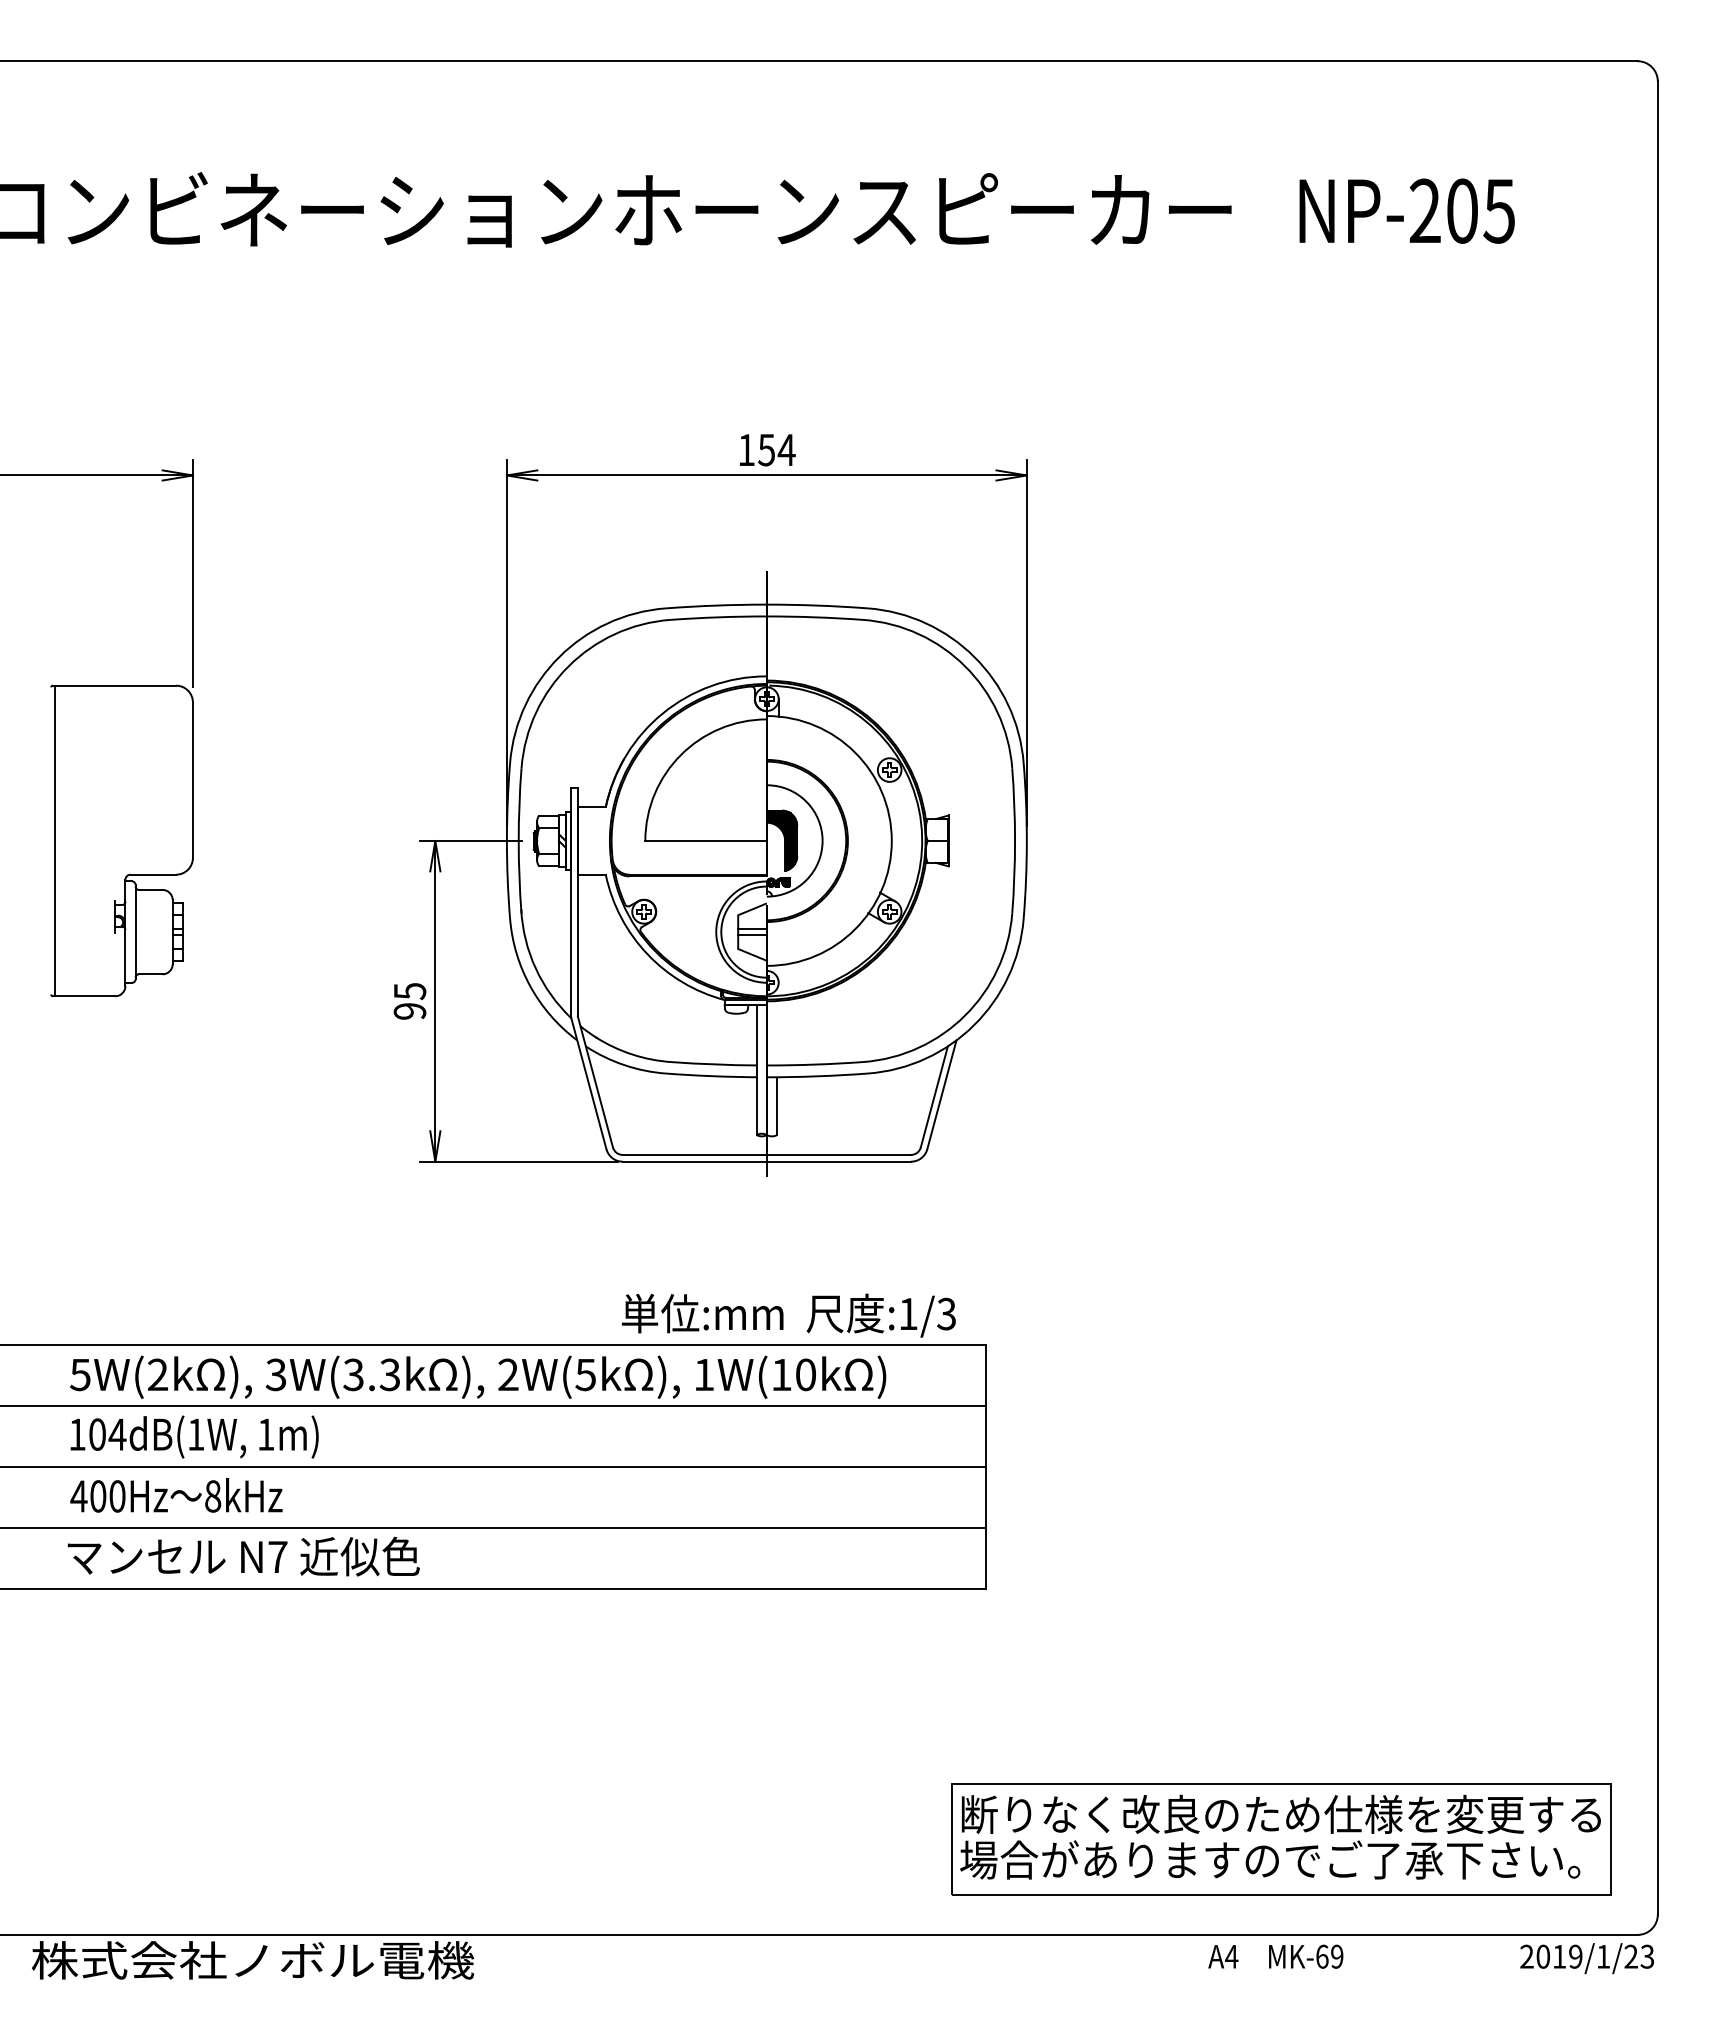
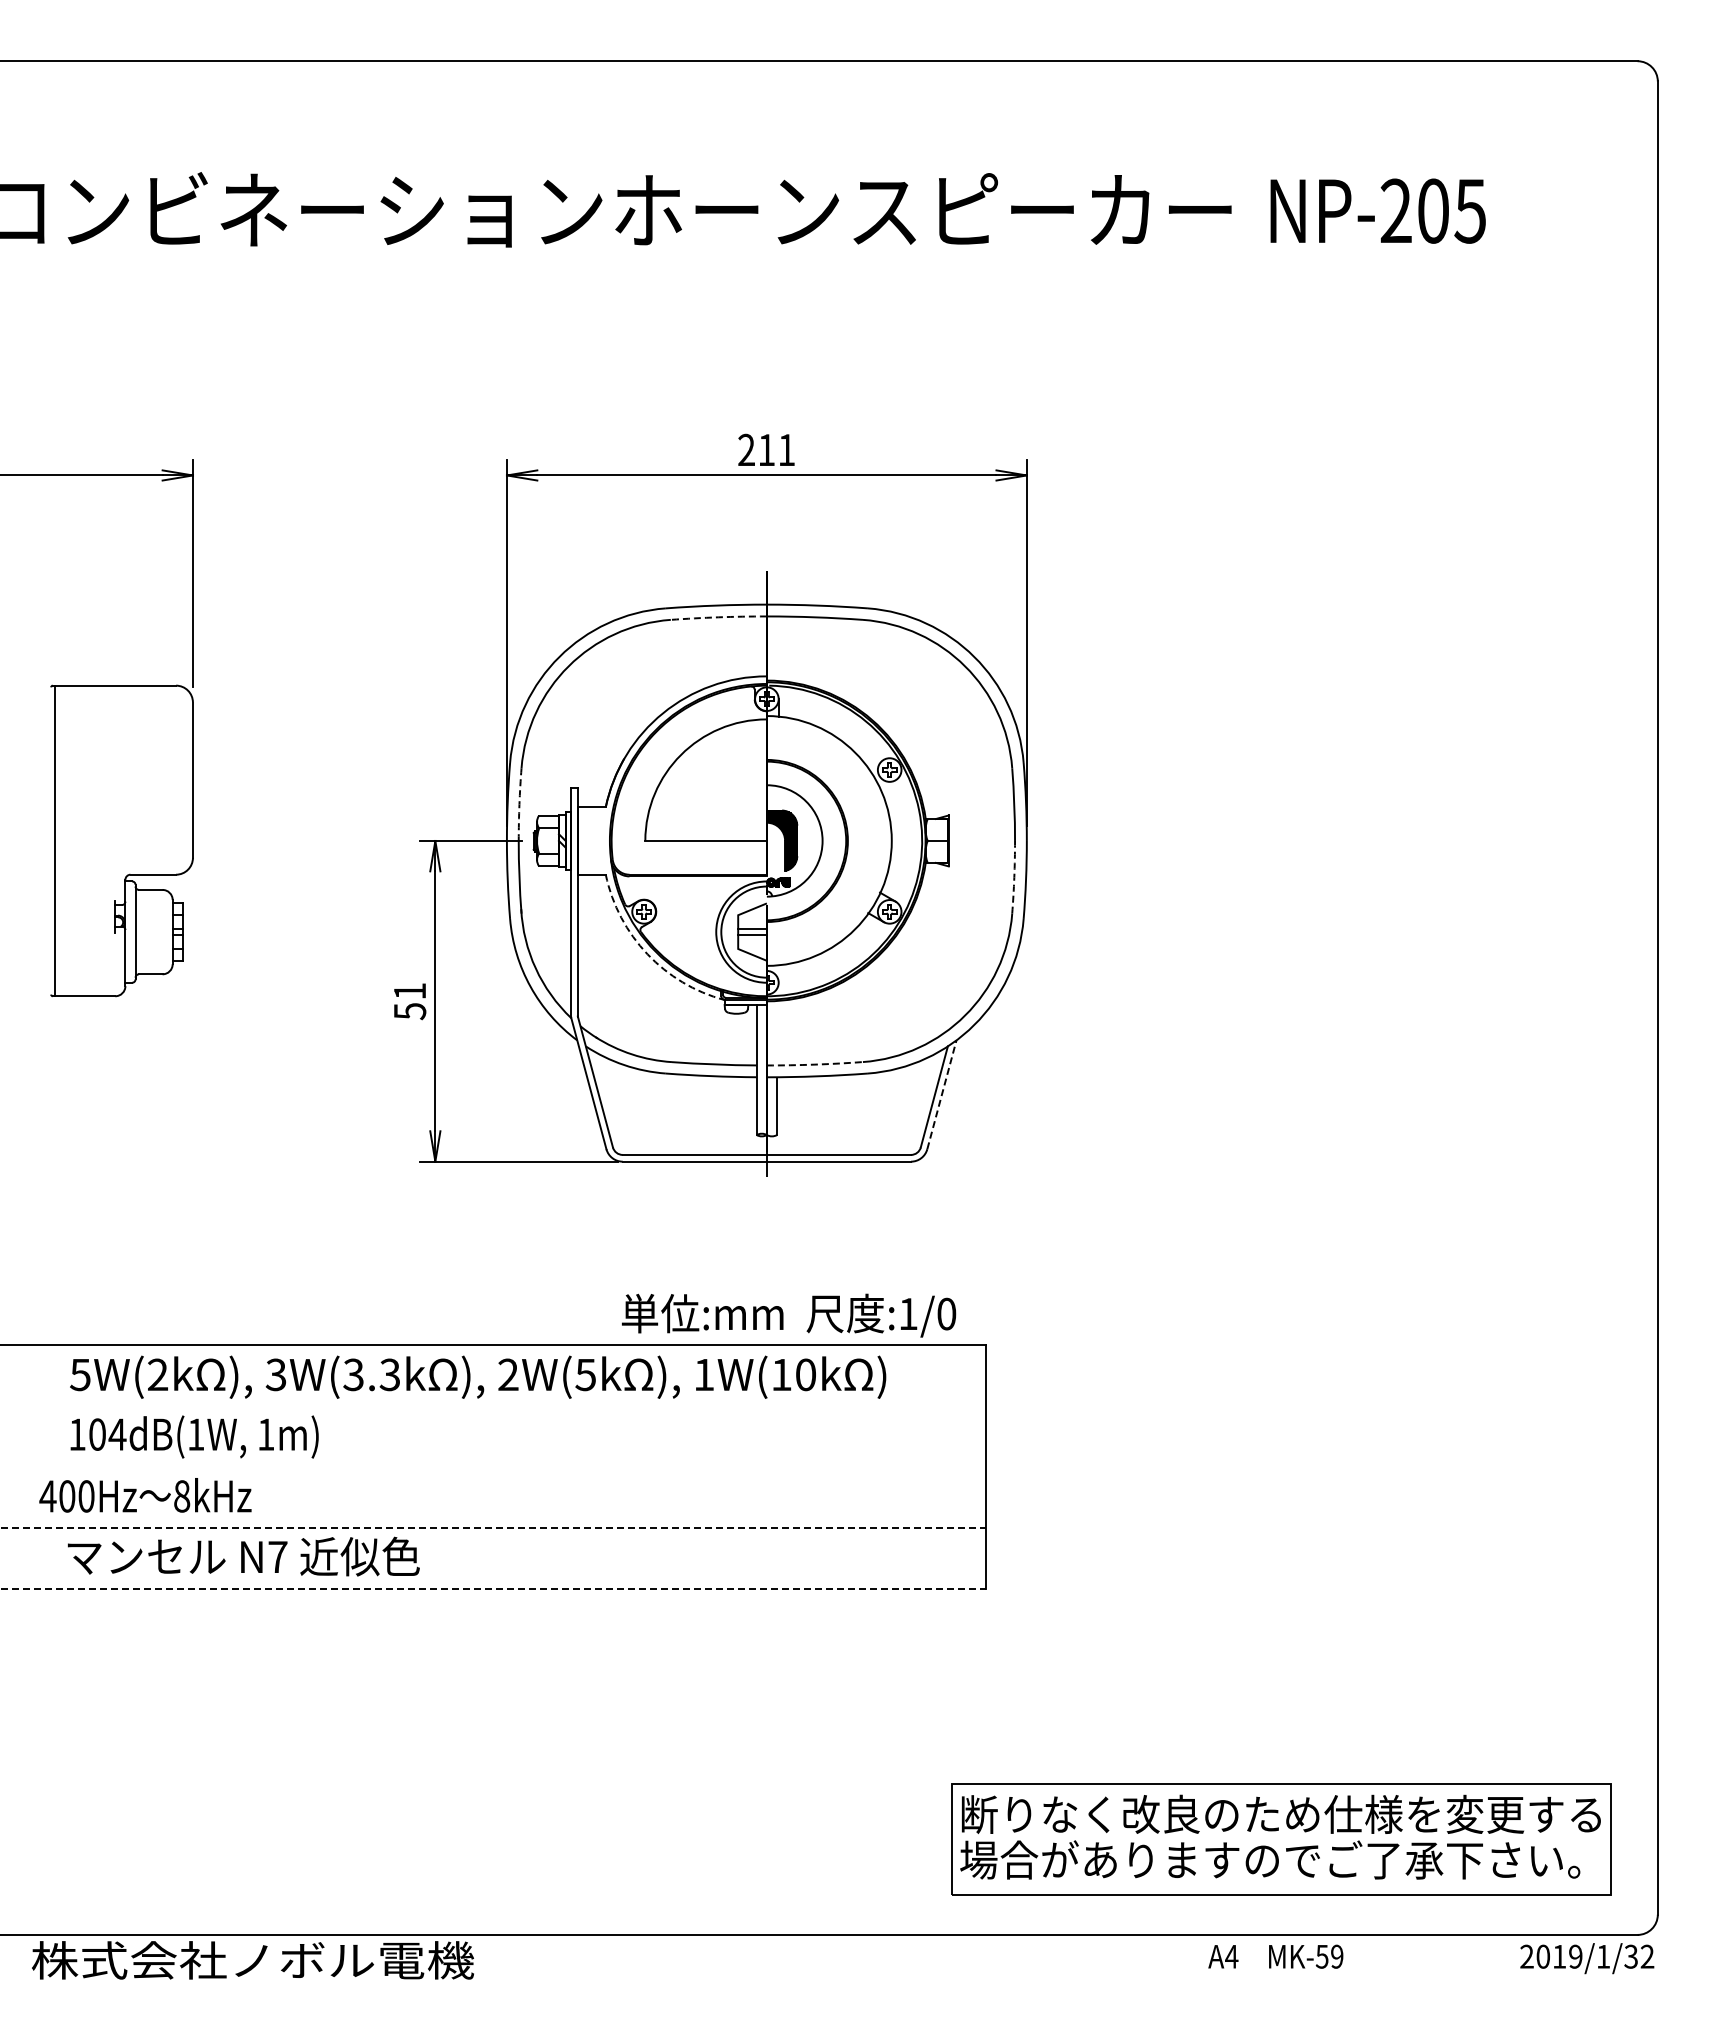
text at (1406, 210) position: (1406, 210) -> (1377, 210)
text at (766, 449): 154 -> 211
arc at (718, 617): solid -> dashed
arc at (519, 804): solid -> dashed
arc at (1014, 877): solid -> dashed
arc at (647, 954): solid -> dashed
text at (409, 1001): 95 -> 51
arc at (814, 1064): solid -> dashed
line at (942, 1094): solid -> dashed
text at (946, 1313): :1/3 -> :1/0
line at (494, 1406): present -> none
line at (494, 1467): present -> none
text at (176, 1495) position: (176, 1495) -> (145, 1495)
line at (493, 1527): solid -> dashed
line at (493, 1588): solid -> dashed
text at (1321, 1956): MK-69 -> MK-59
text at (1639, 1956): 2019/1/23 -> 2019/1/32
